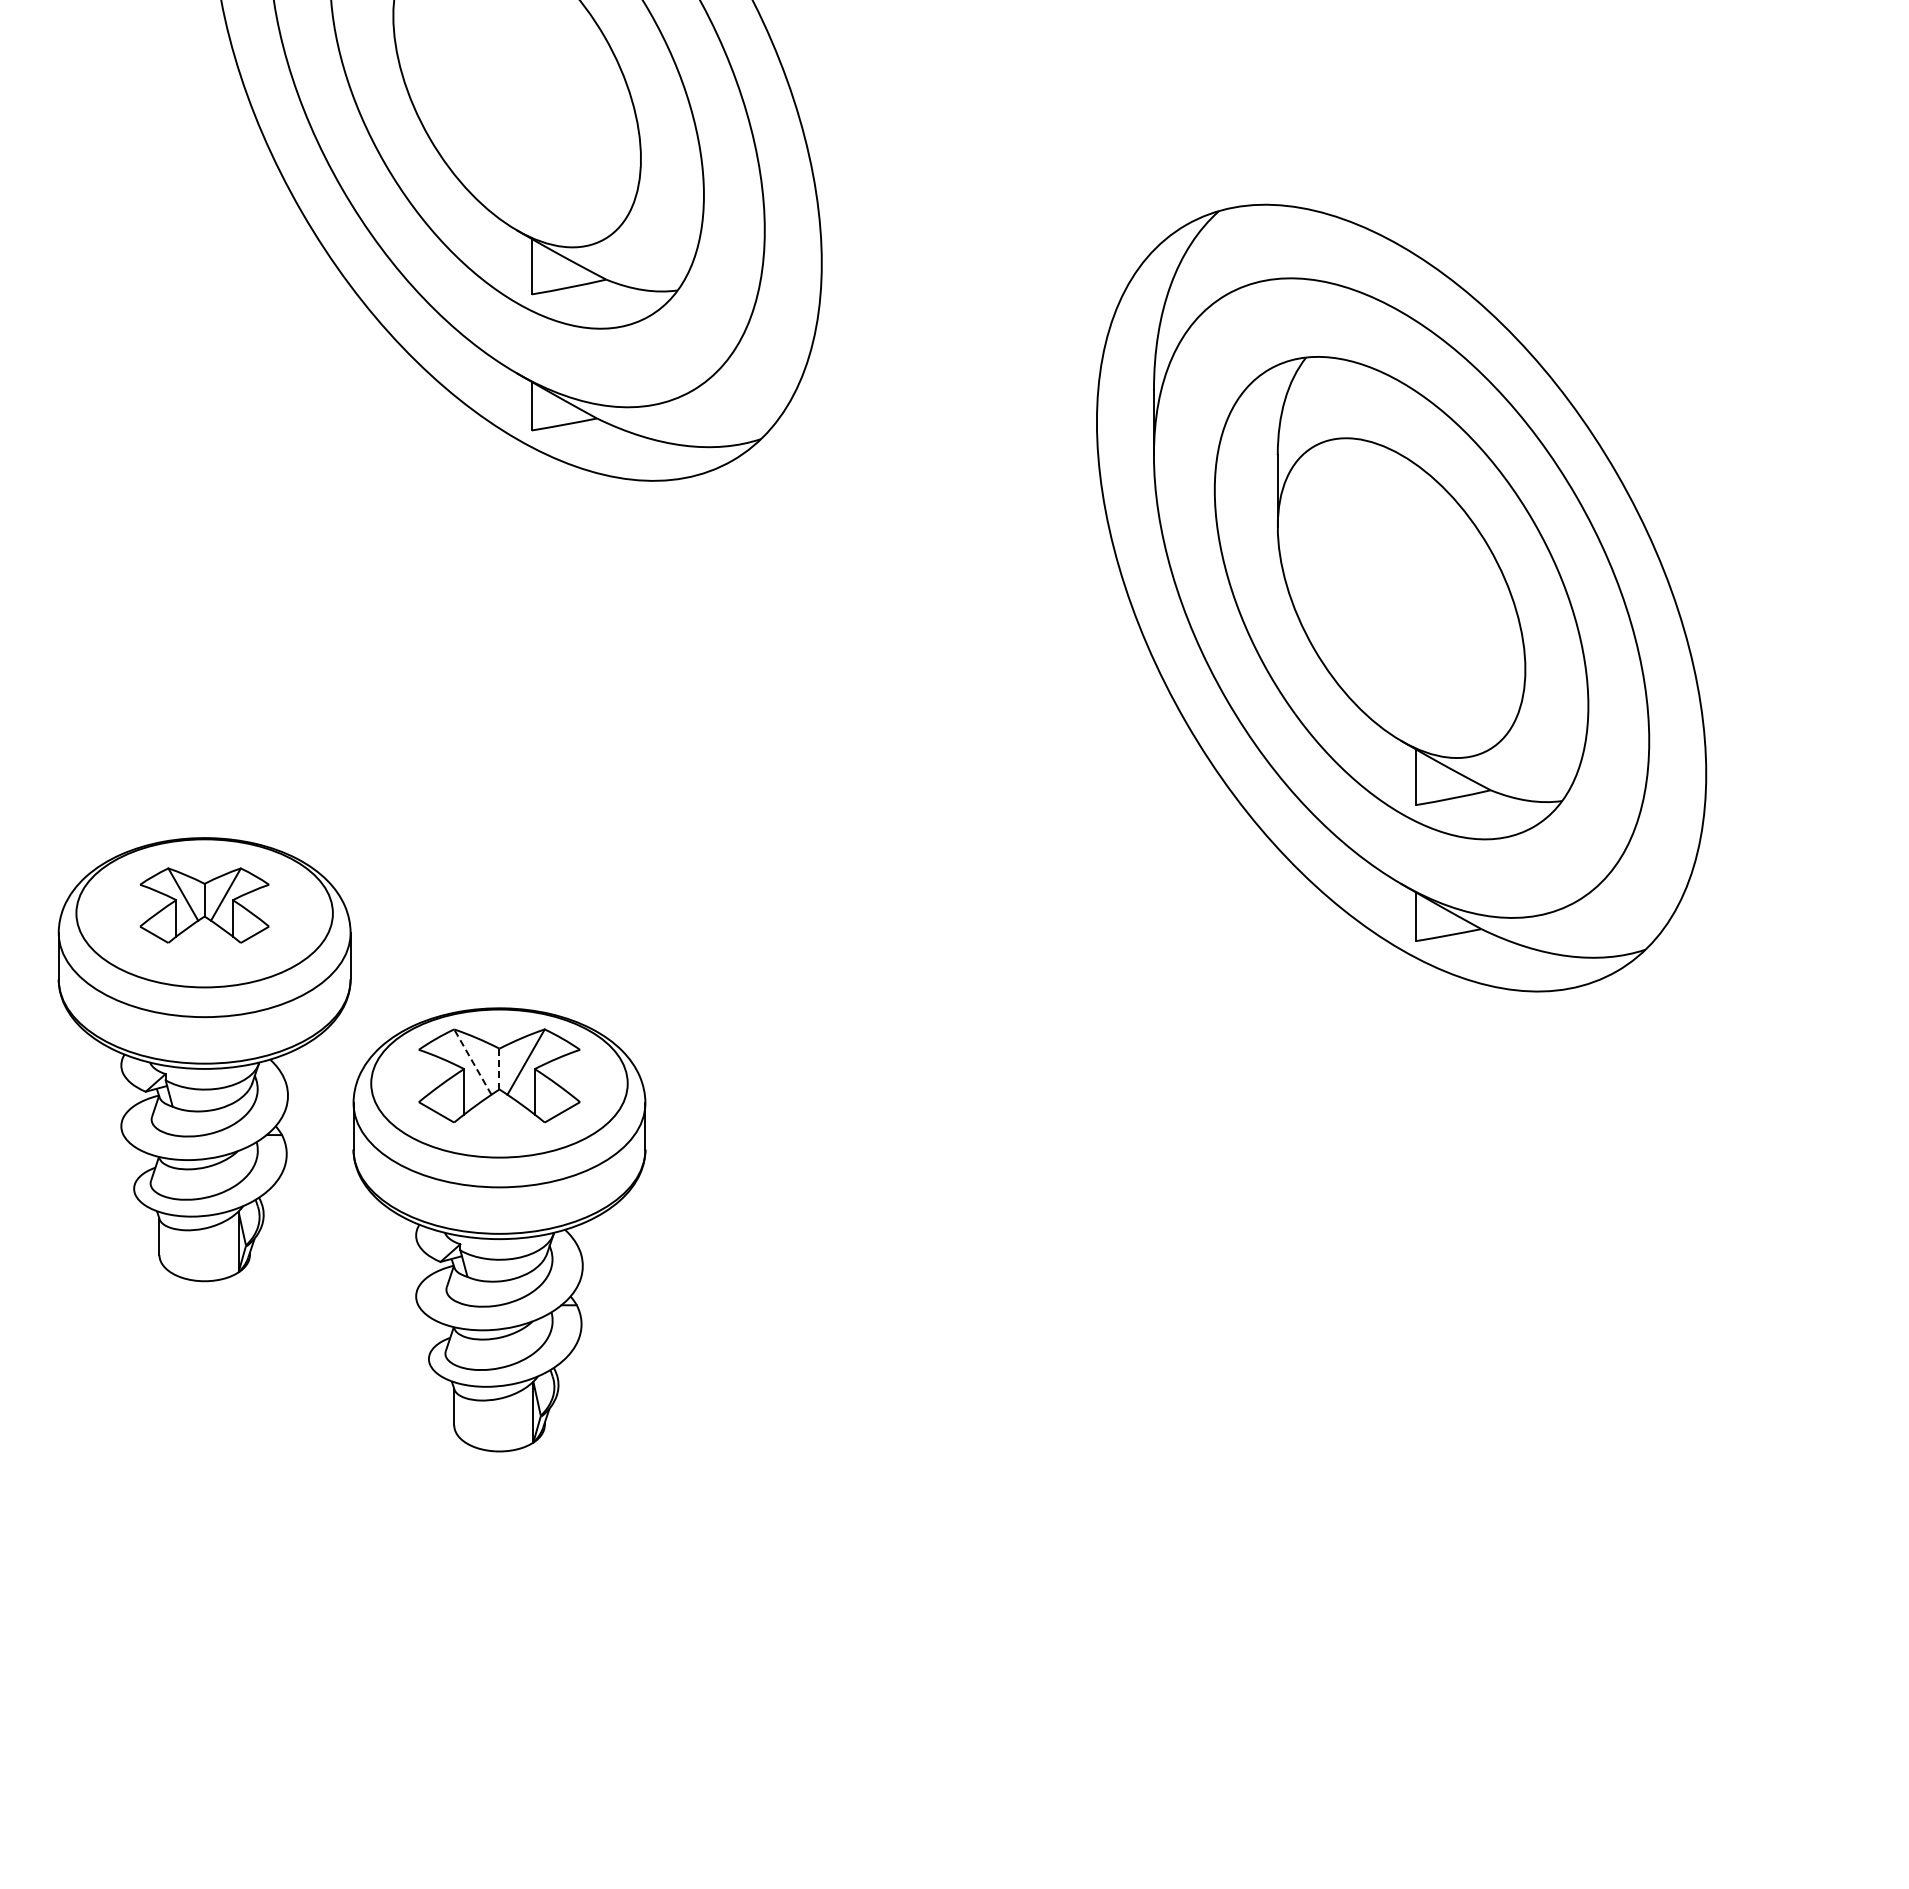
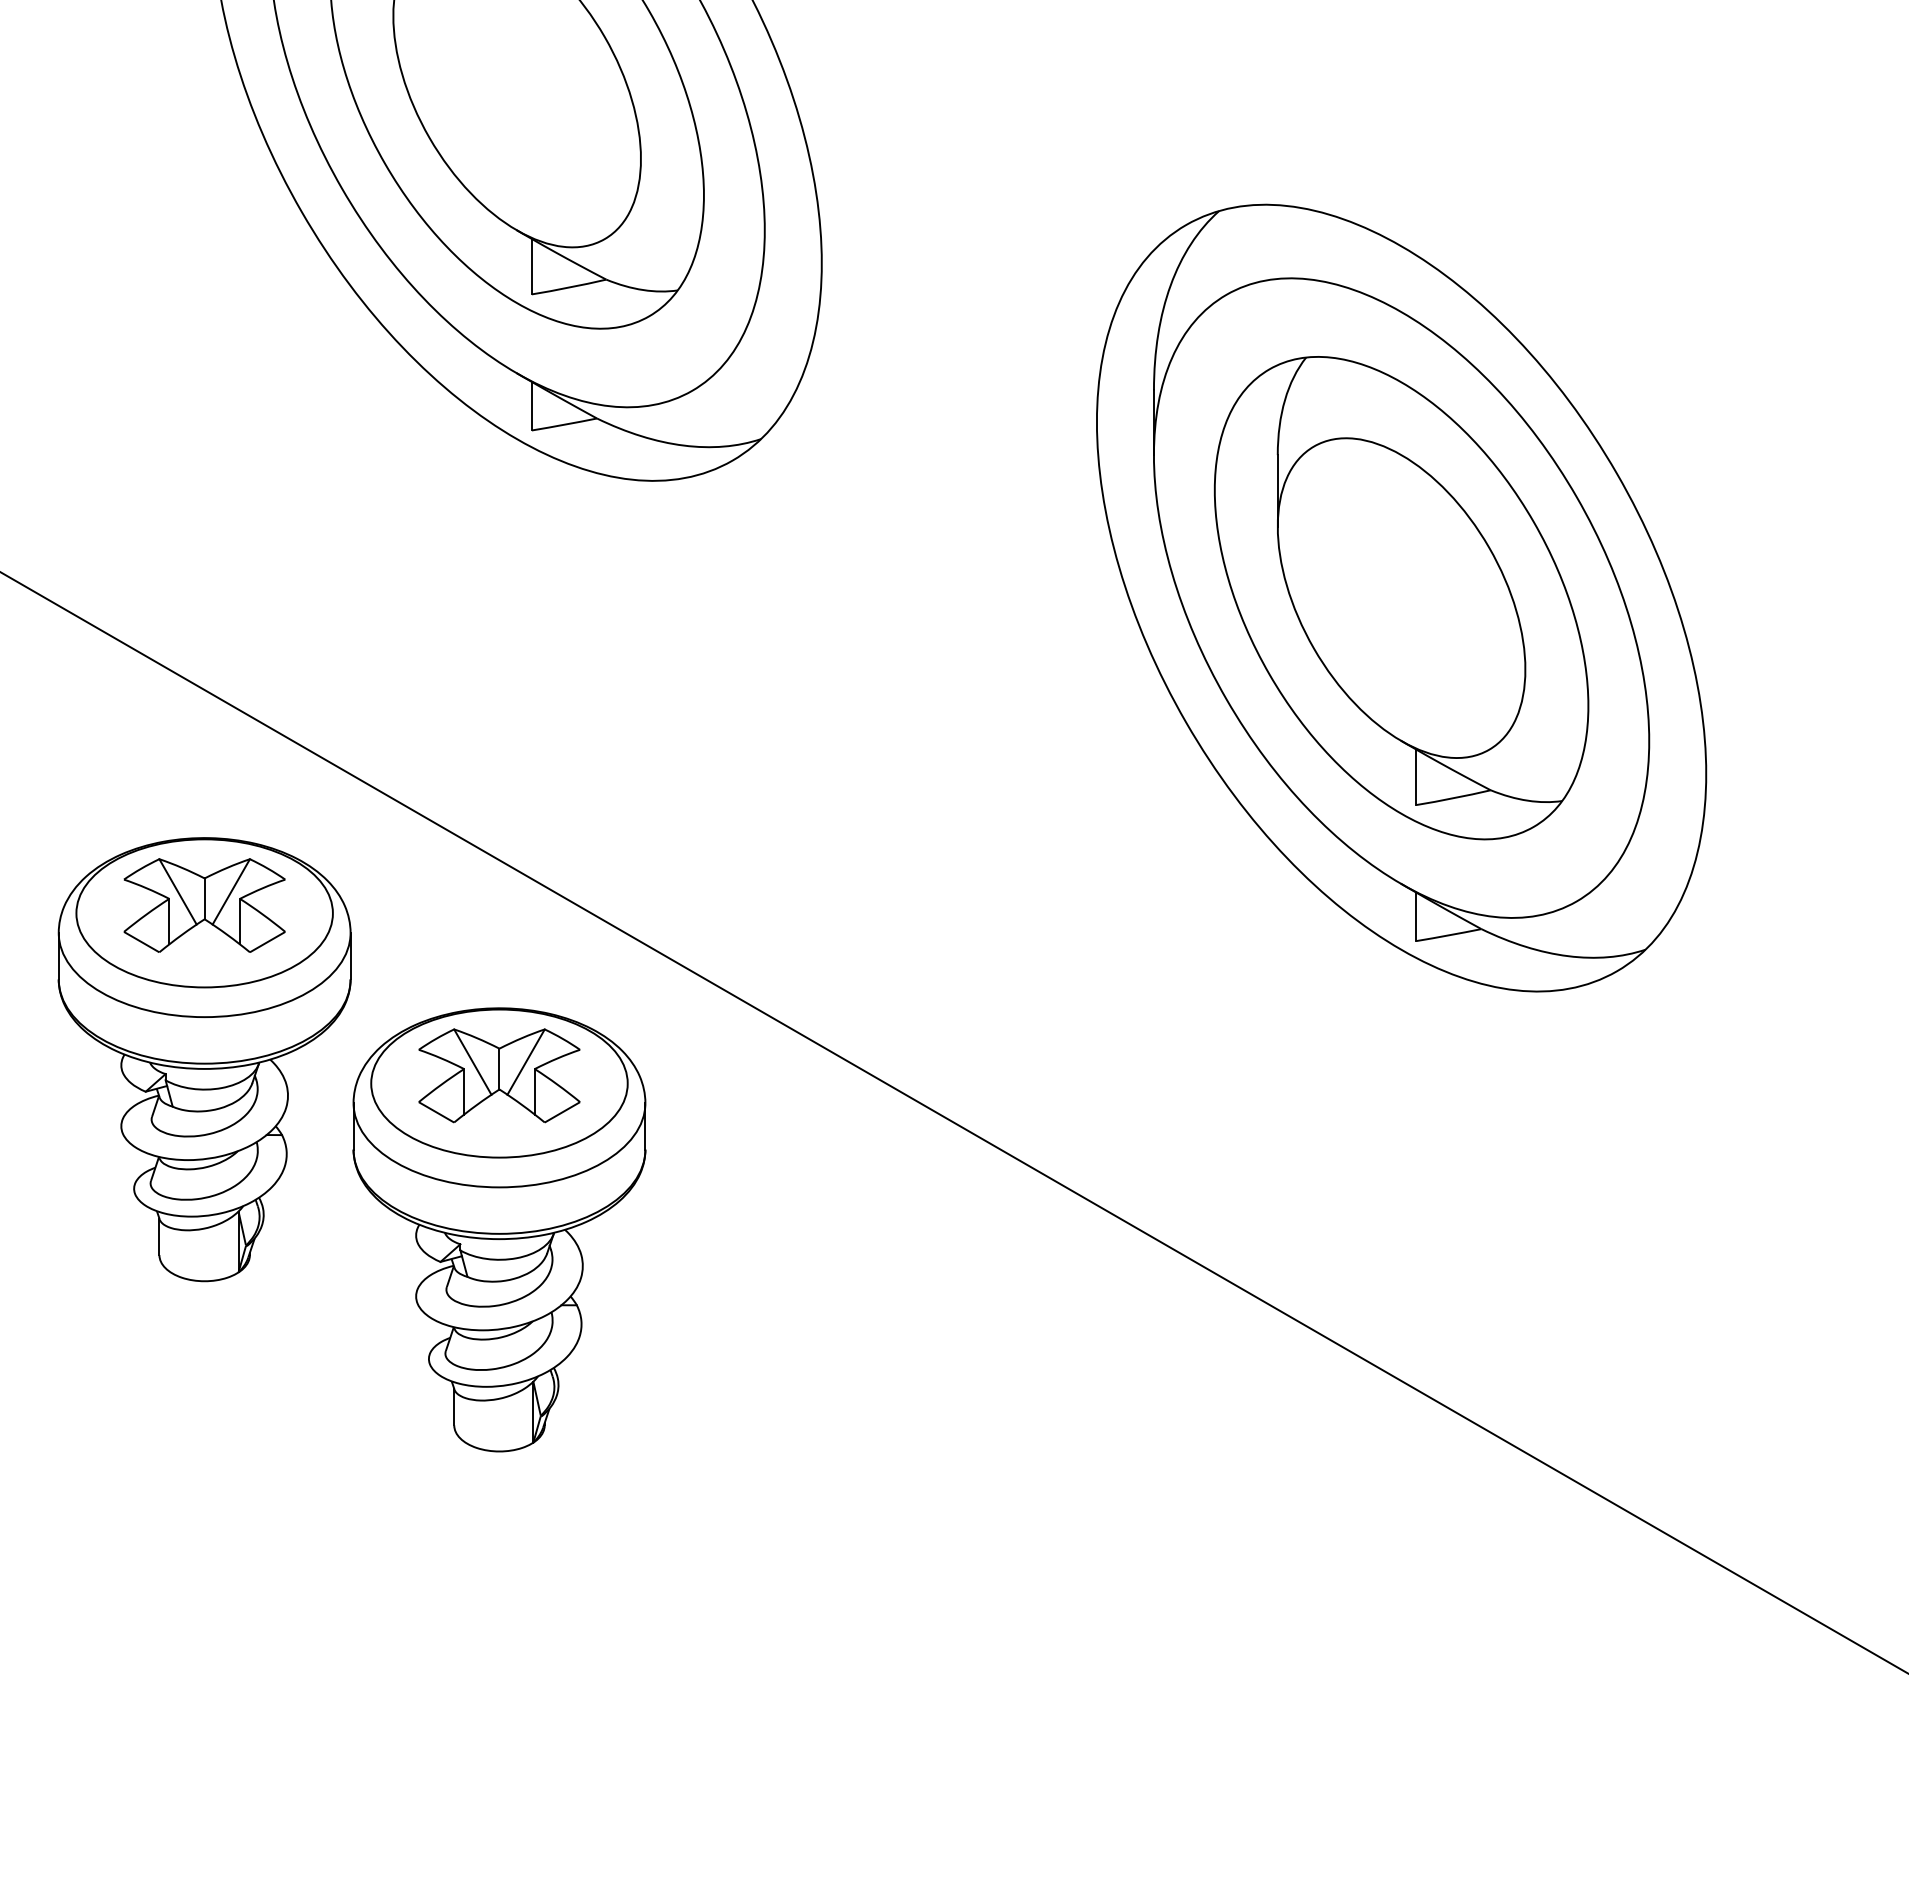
part at (204, 905) size: 131x77 px -> 163x95 px
line at (472, 1062): dashed -> solid
line at (499, 1068): dashed -> solid
line at (953, 1122): none -> present
